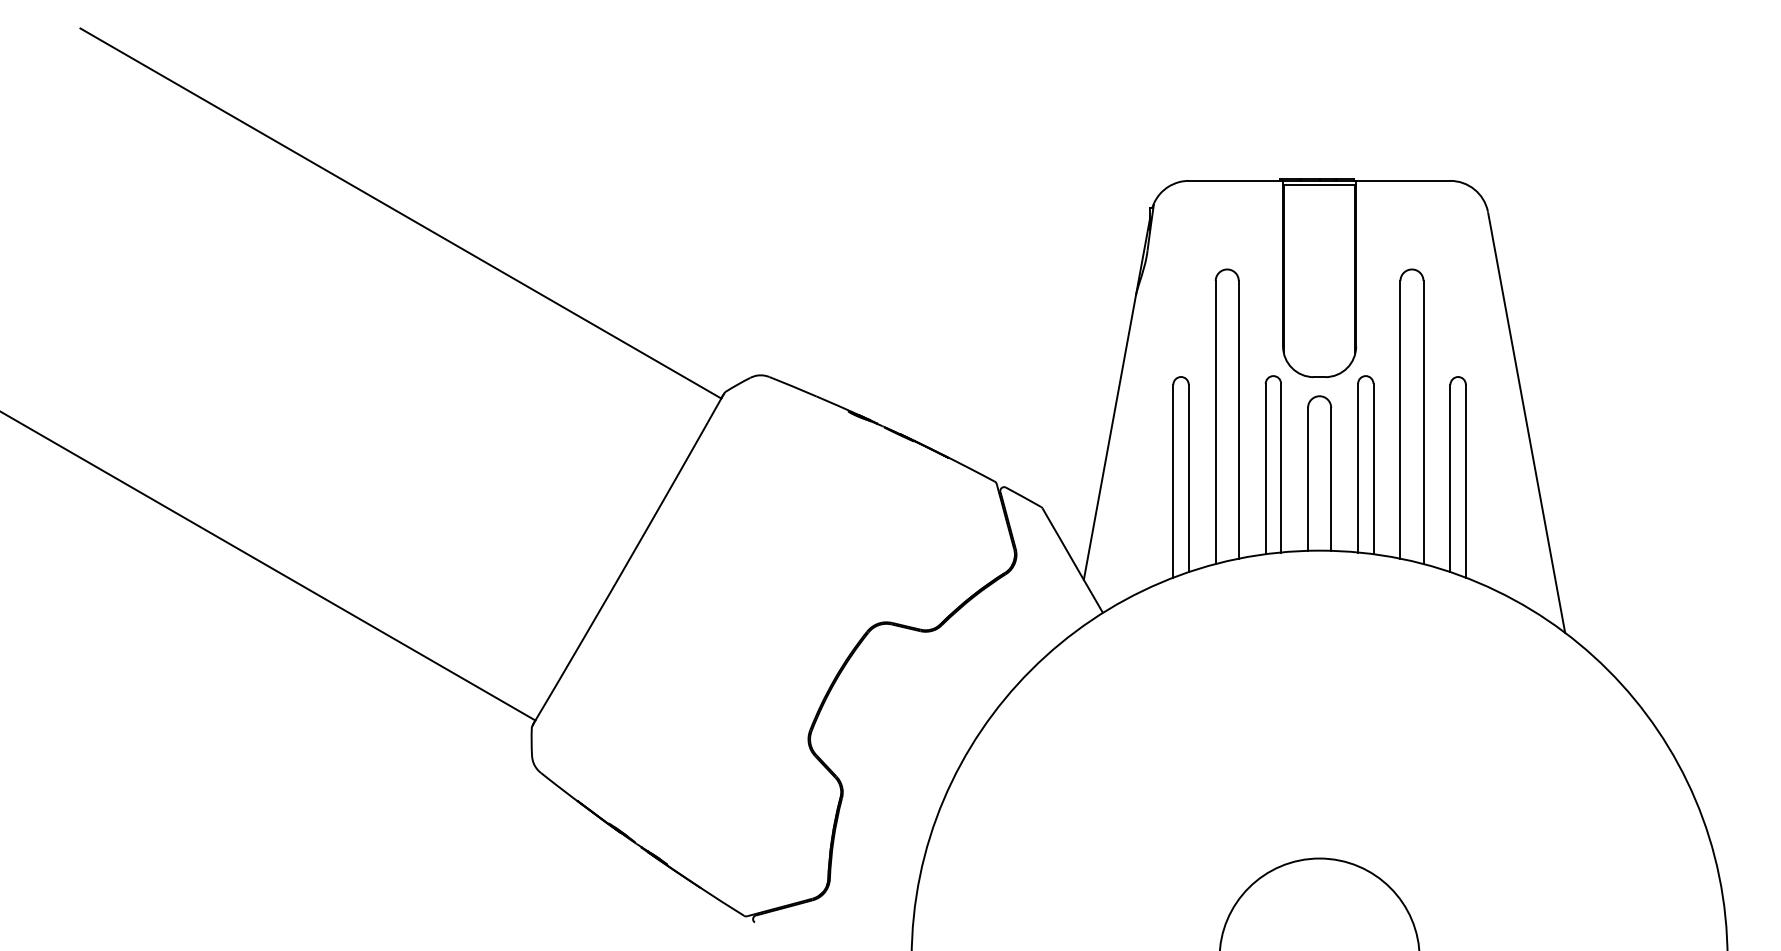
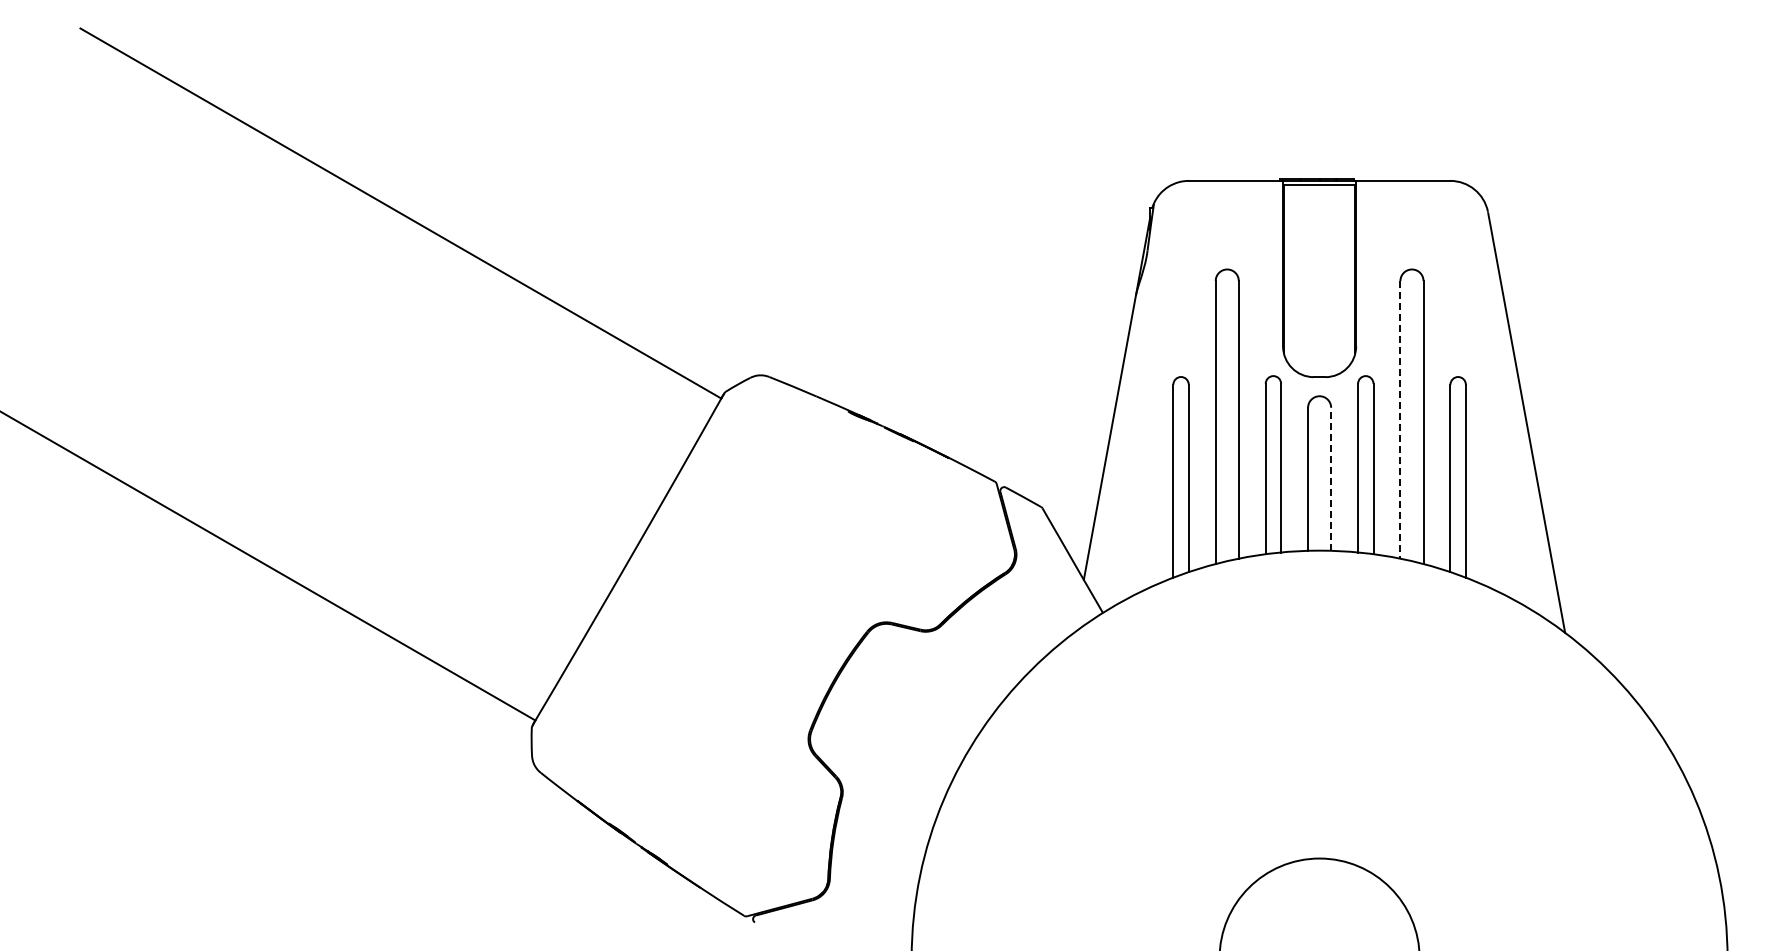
line at (1400, 419): solid -> dashed
line at (1331, 479): solid -> dashed
